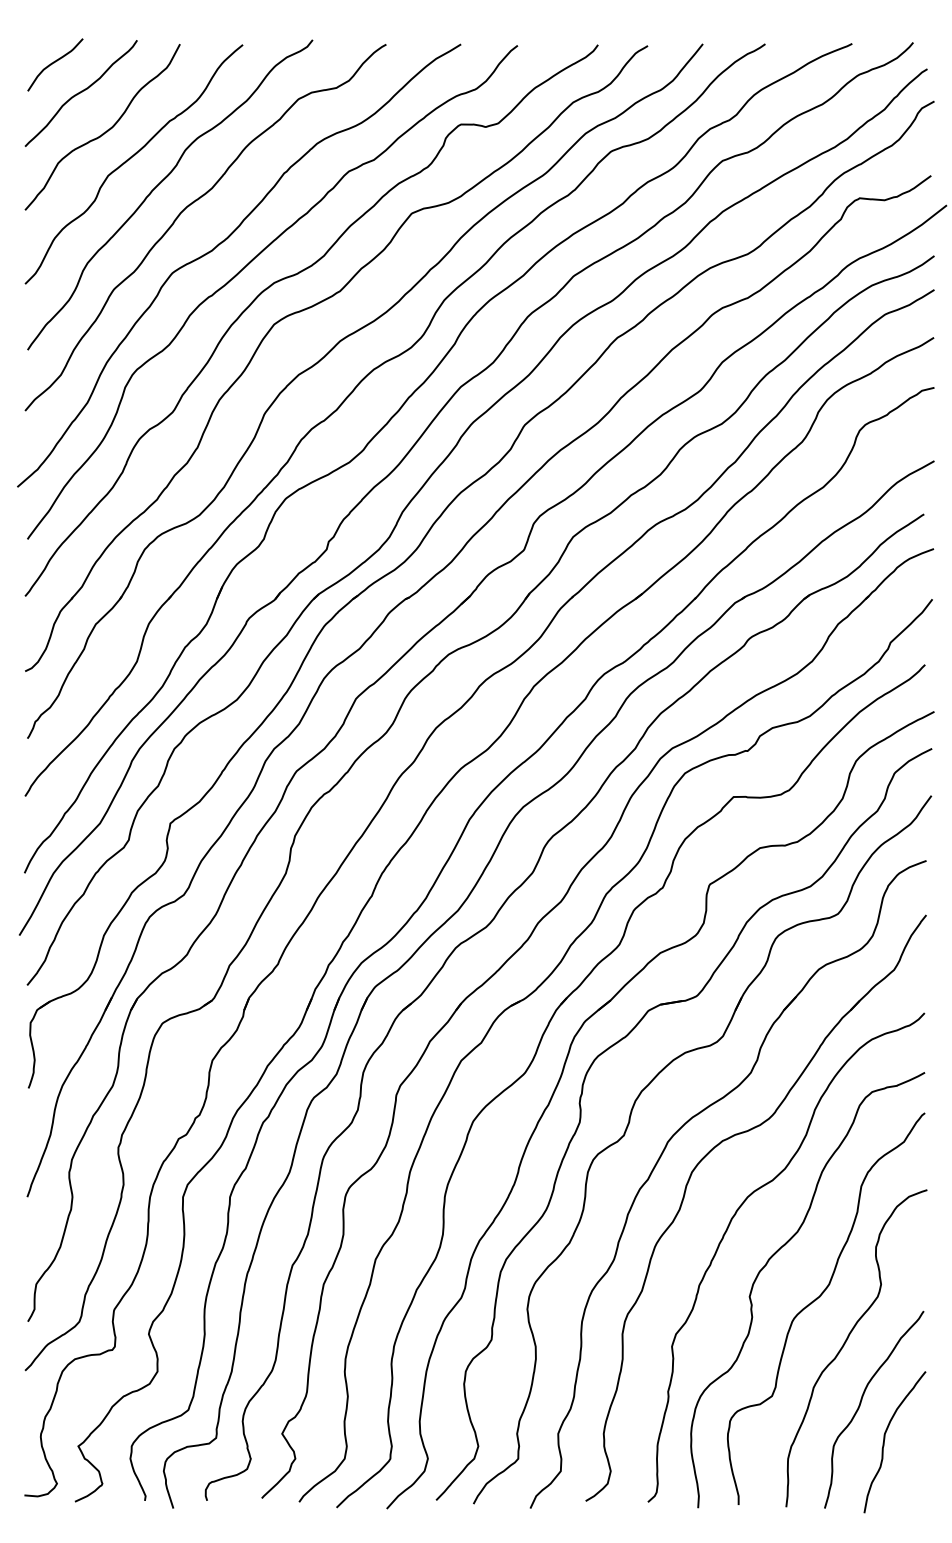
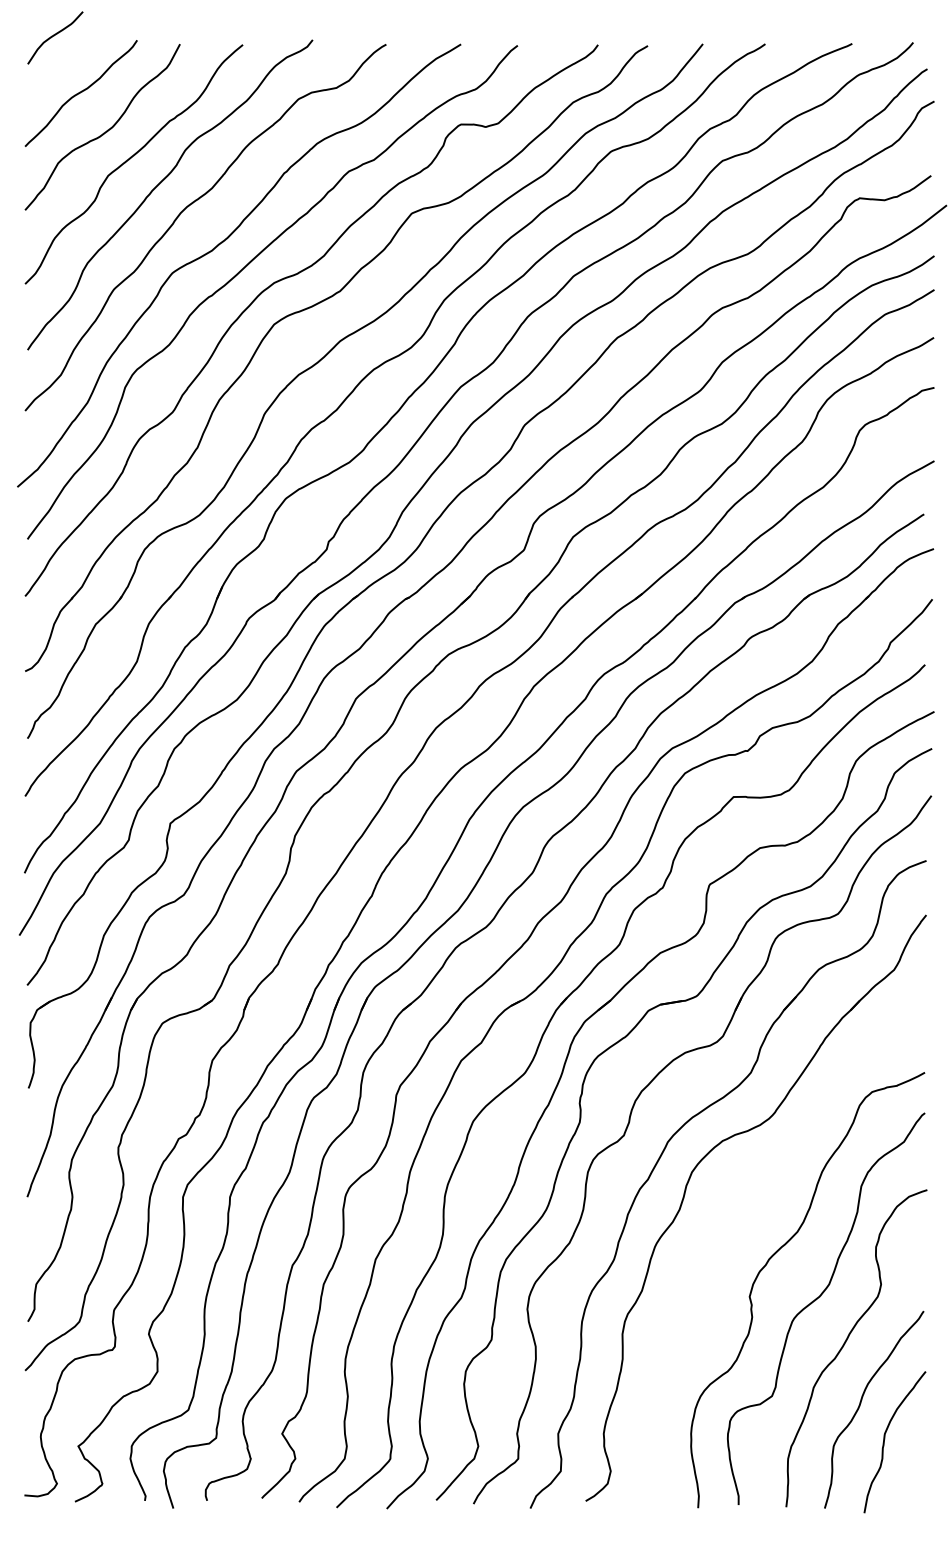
curve at (54, 63) position: (54, 63) -> (54, 36)
curve at (727, 1231): present -> none
